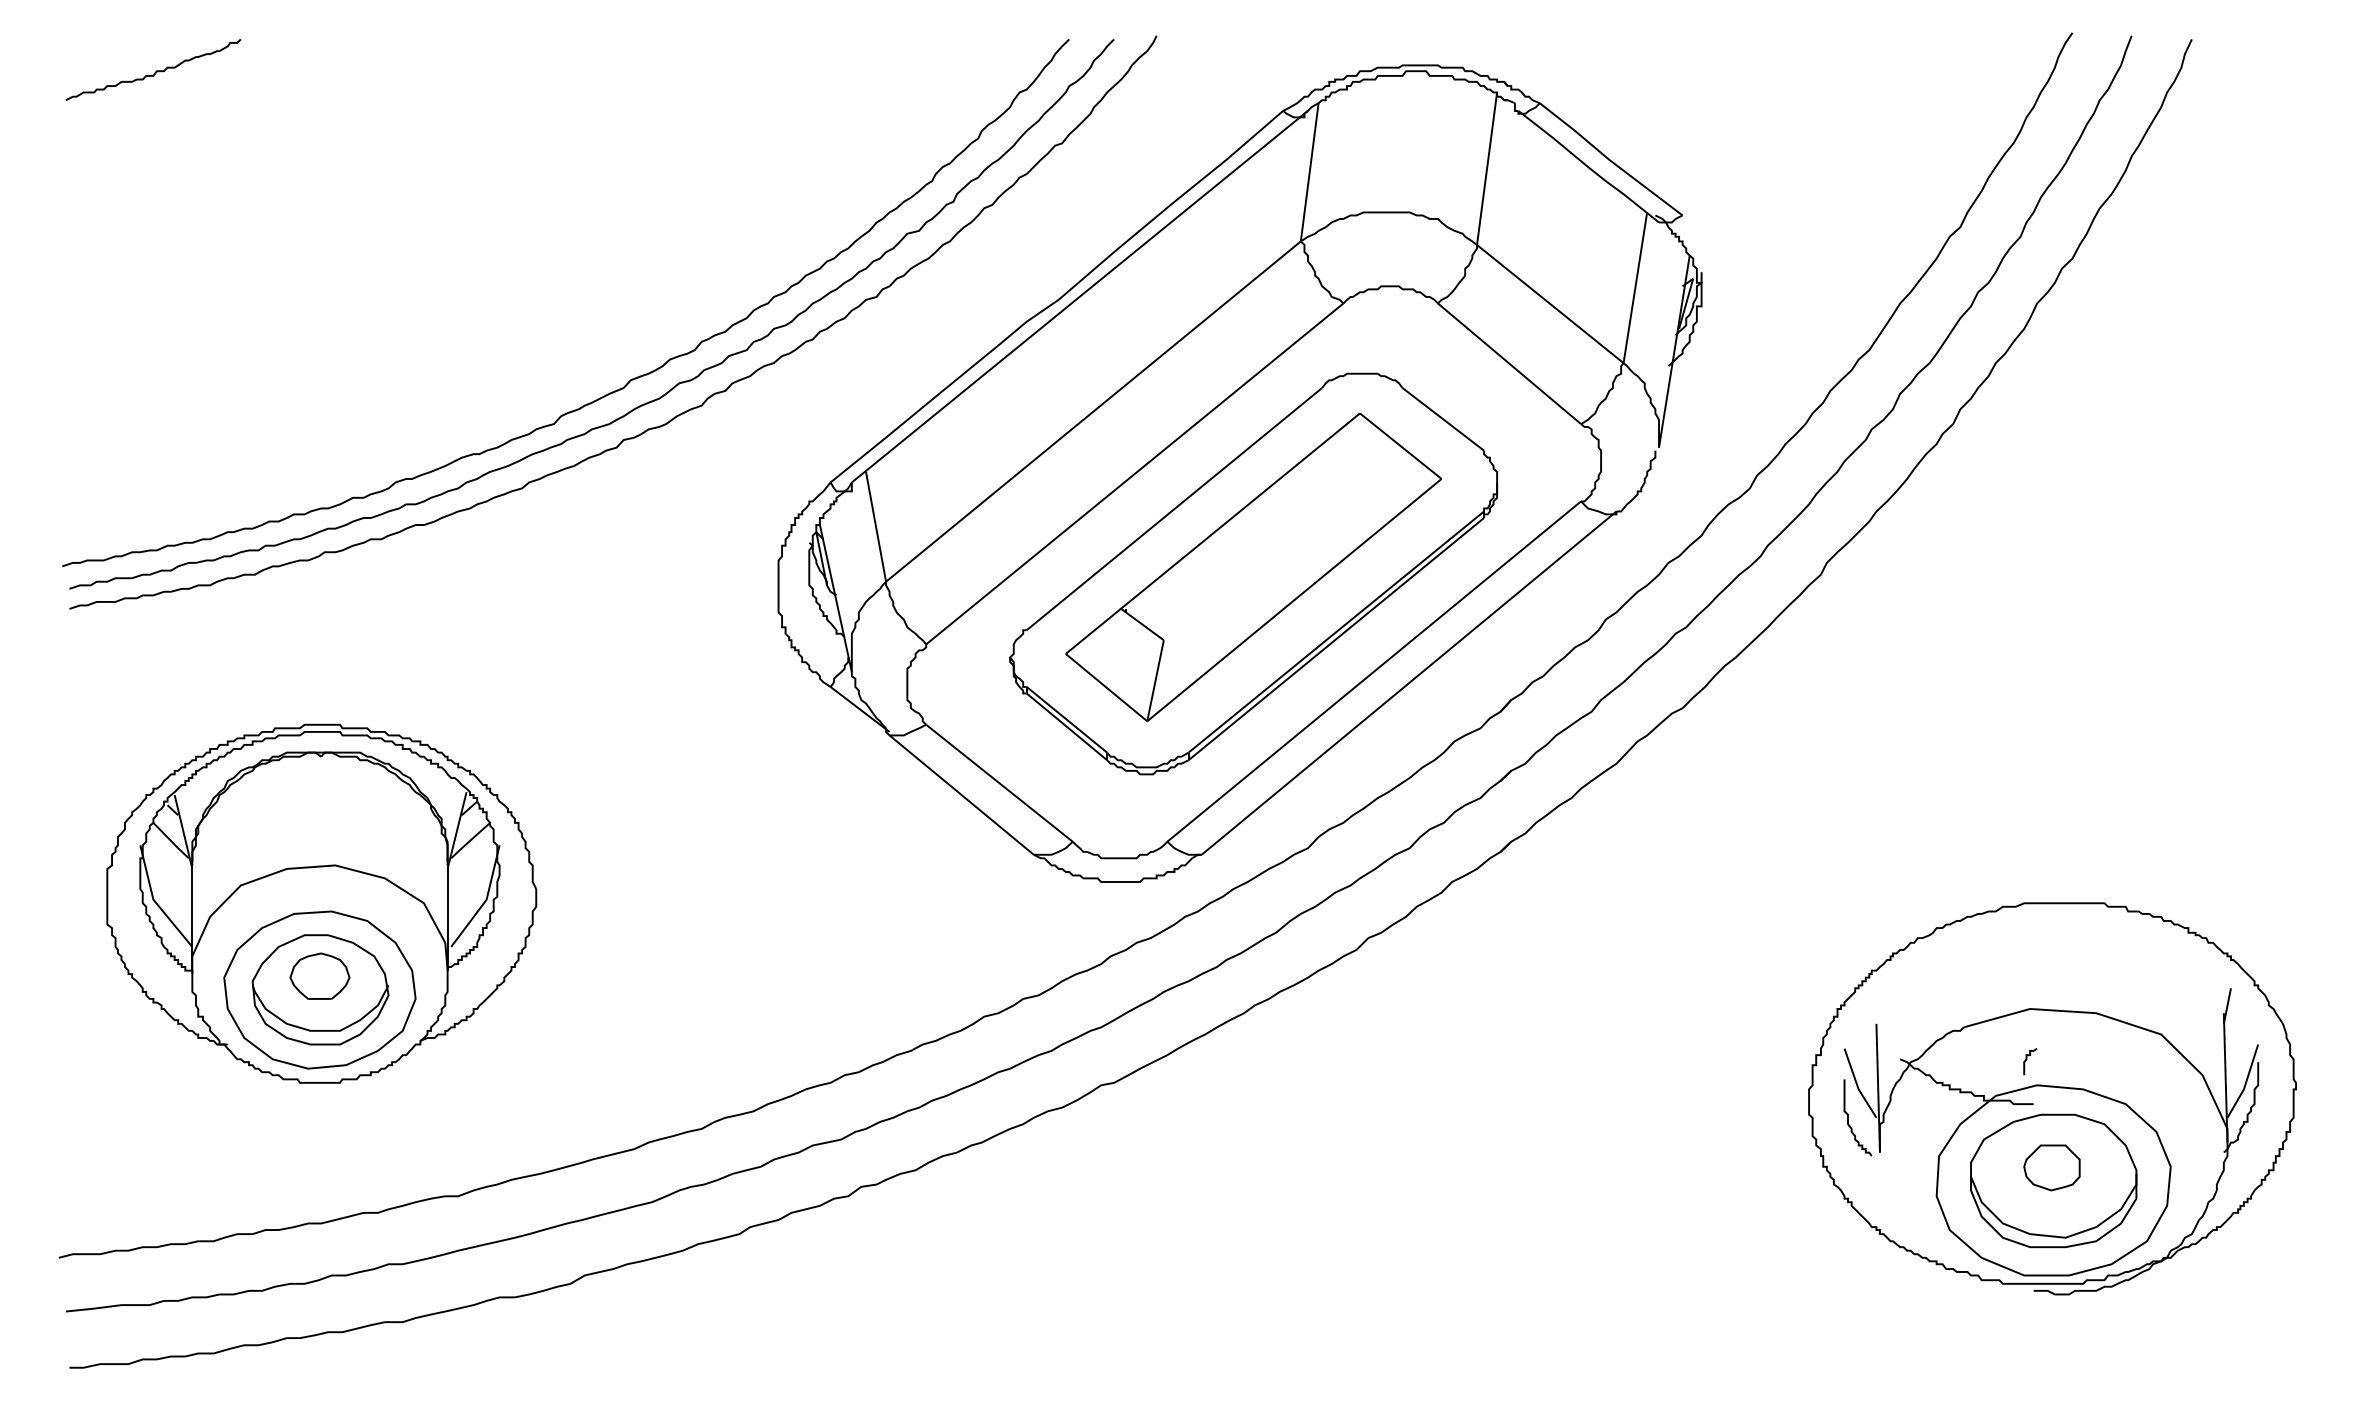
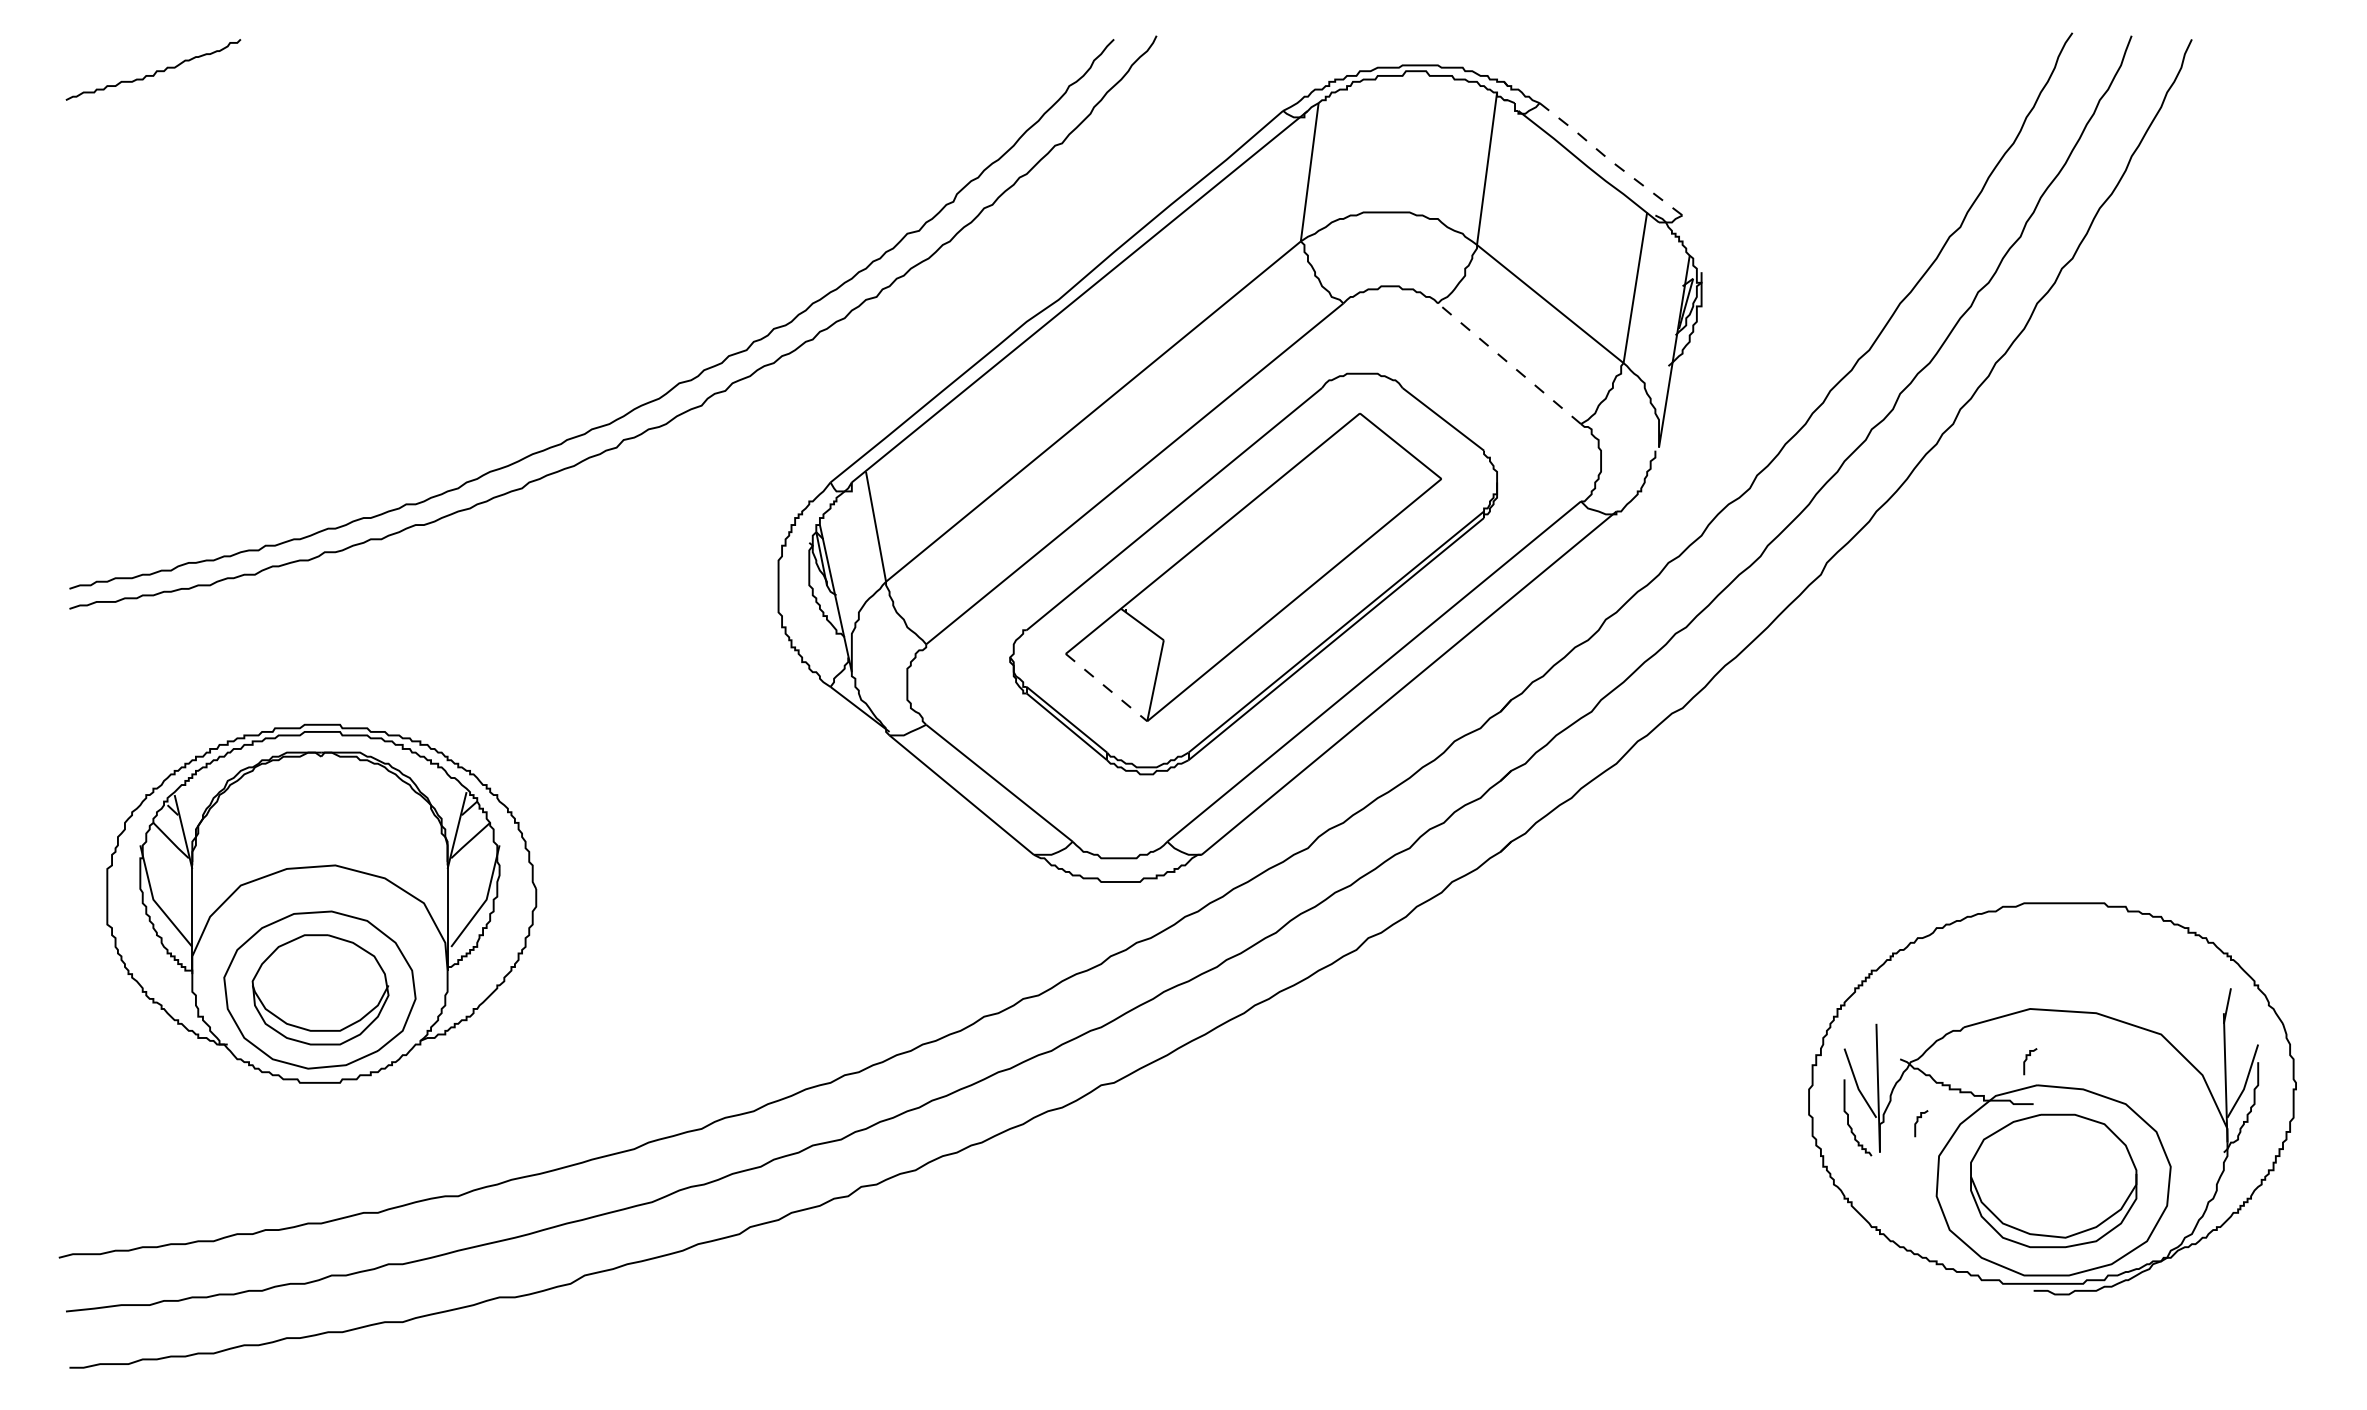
line at (1609, 159): solid -> dashed
line at (1509, 363): solid -> dashed
curve at (609, 392): present -> none
line at (1106, 687): solid -> dashed
part at (319, 975): present -> none
curve at (1918, 1121): none -> present
part at (2051, 1167): present -> none
